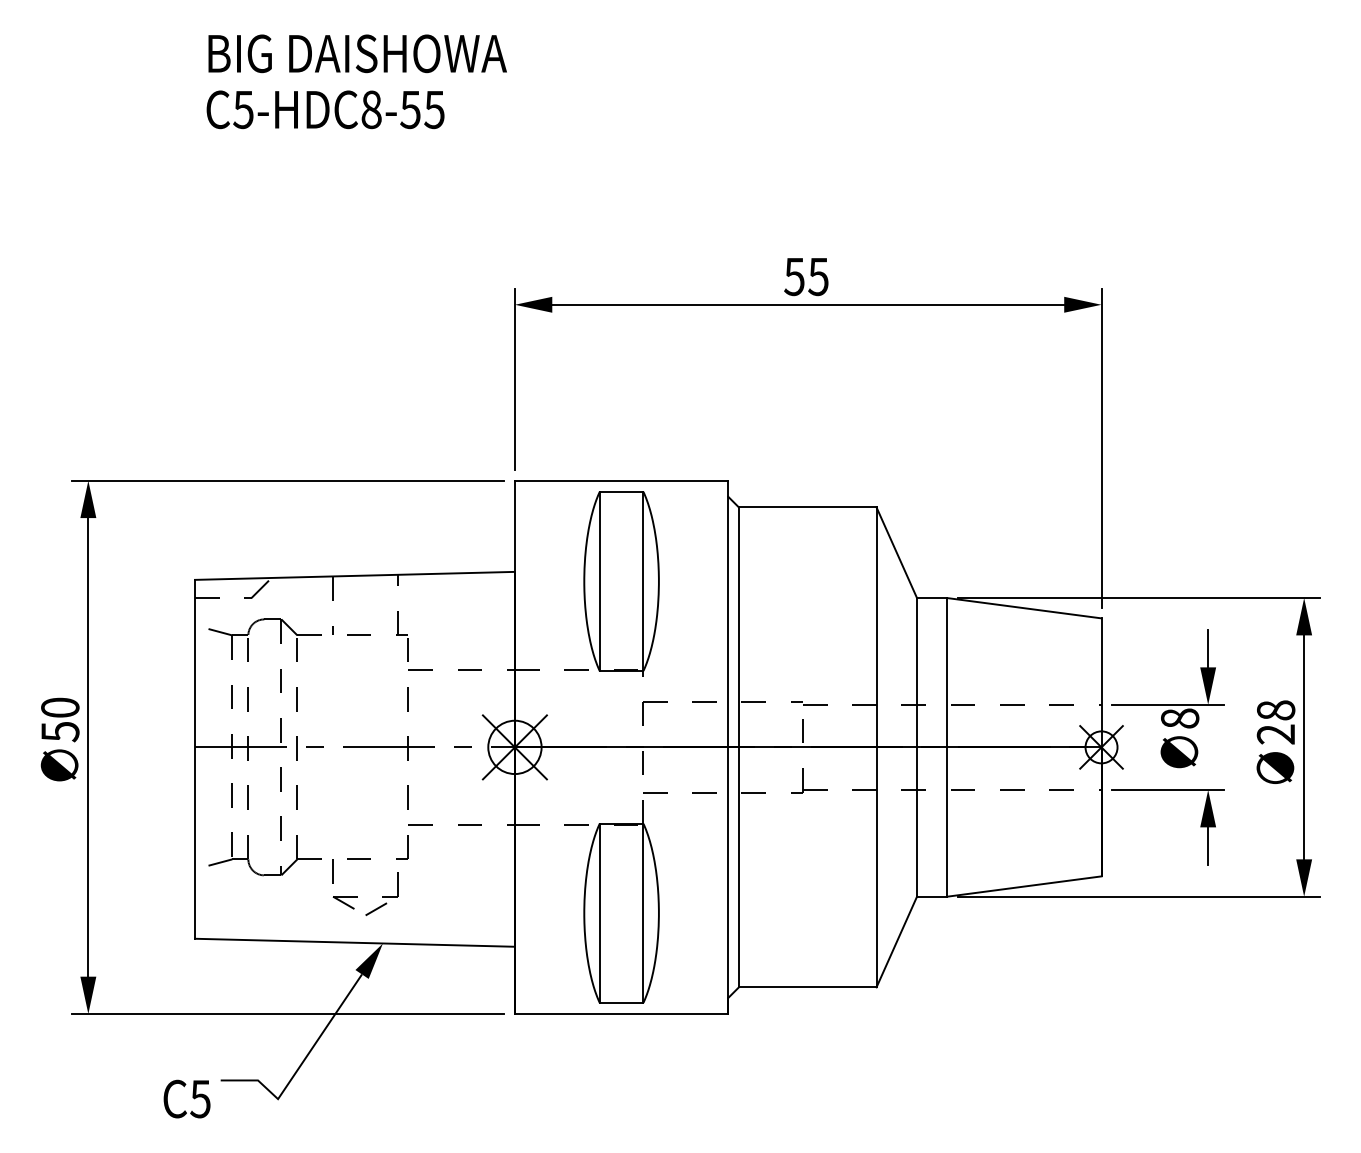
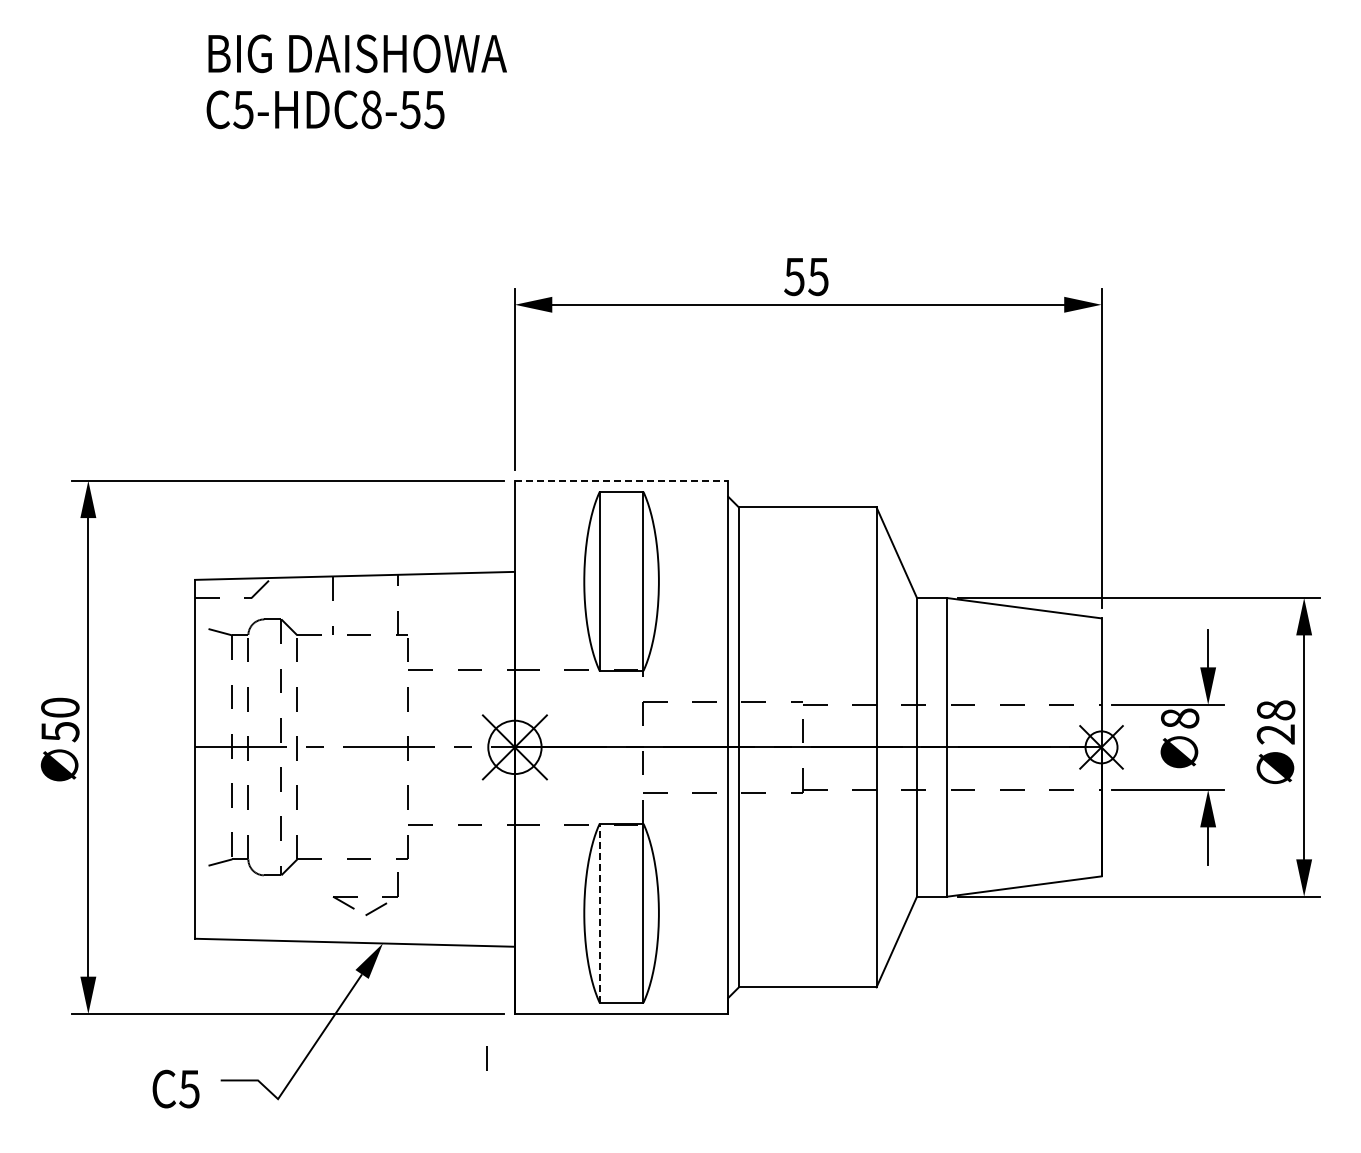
line at (621, 480): solid -> dashed
line at (332, 871) position: (332, 871) -> (486, 1058)
line at (599, 913): solid -> dashed
text at (186, 1098) position: (186, 1098) -> (175, 1088)
